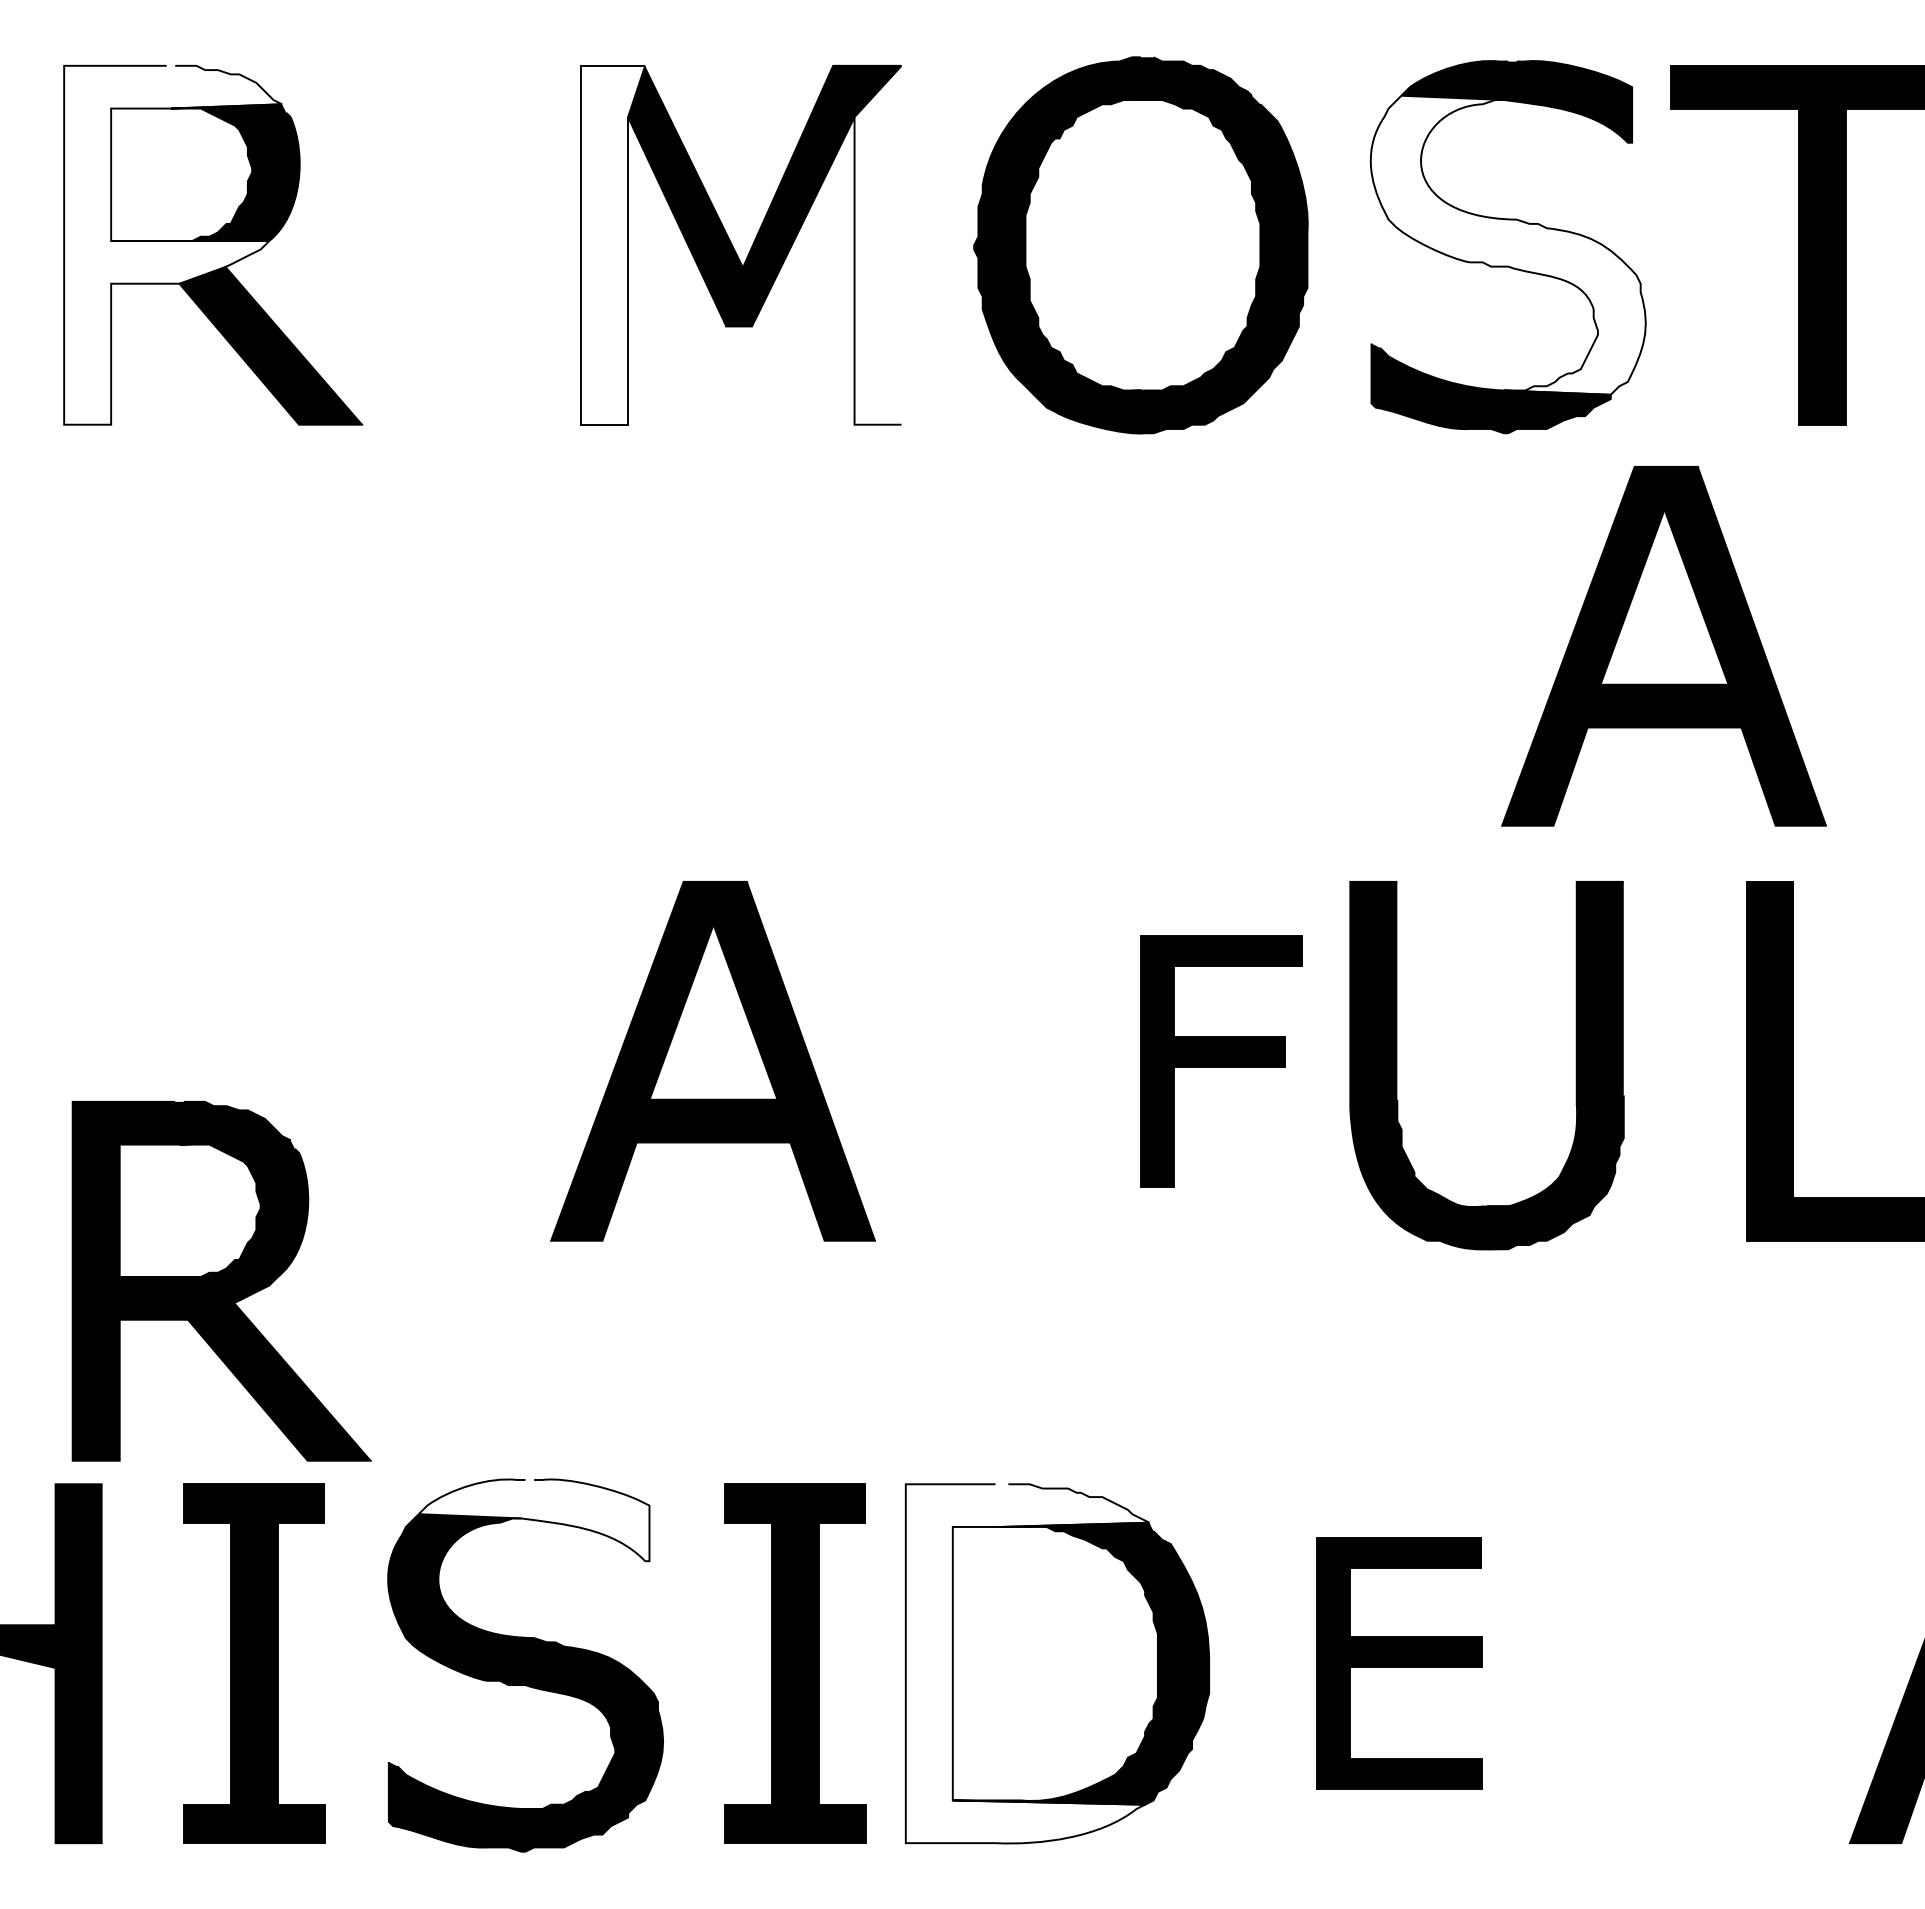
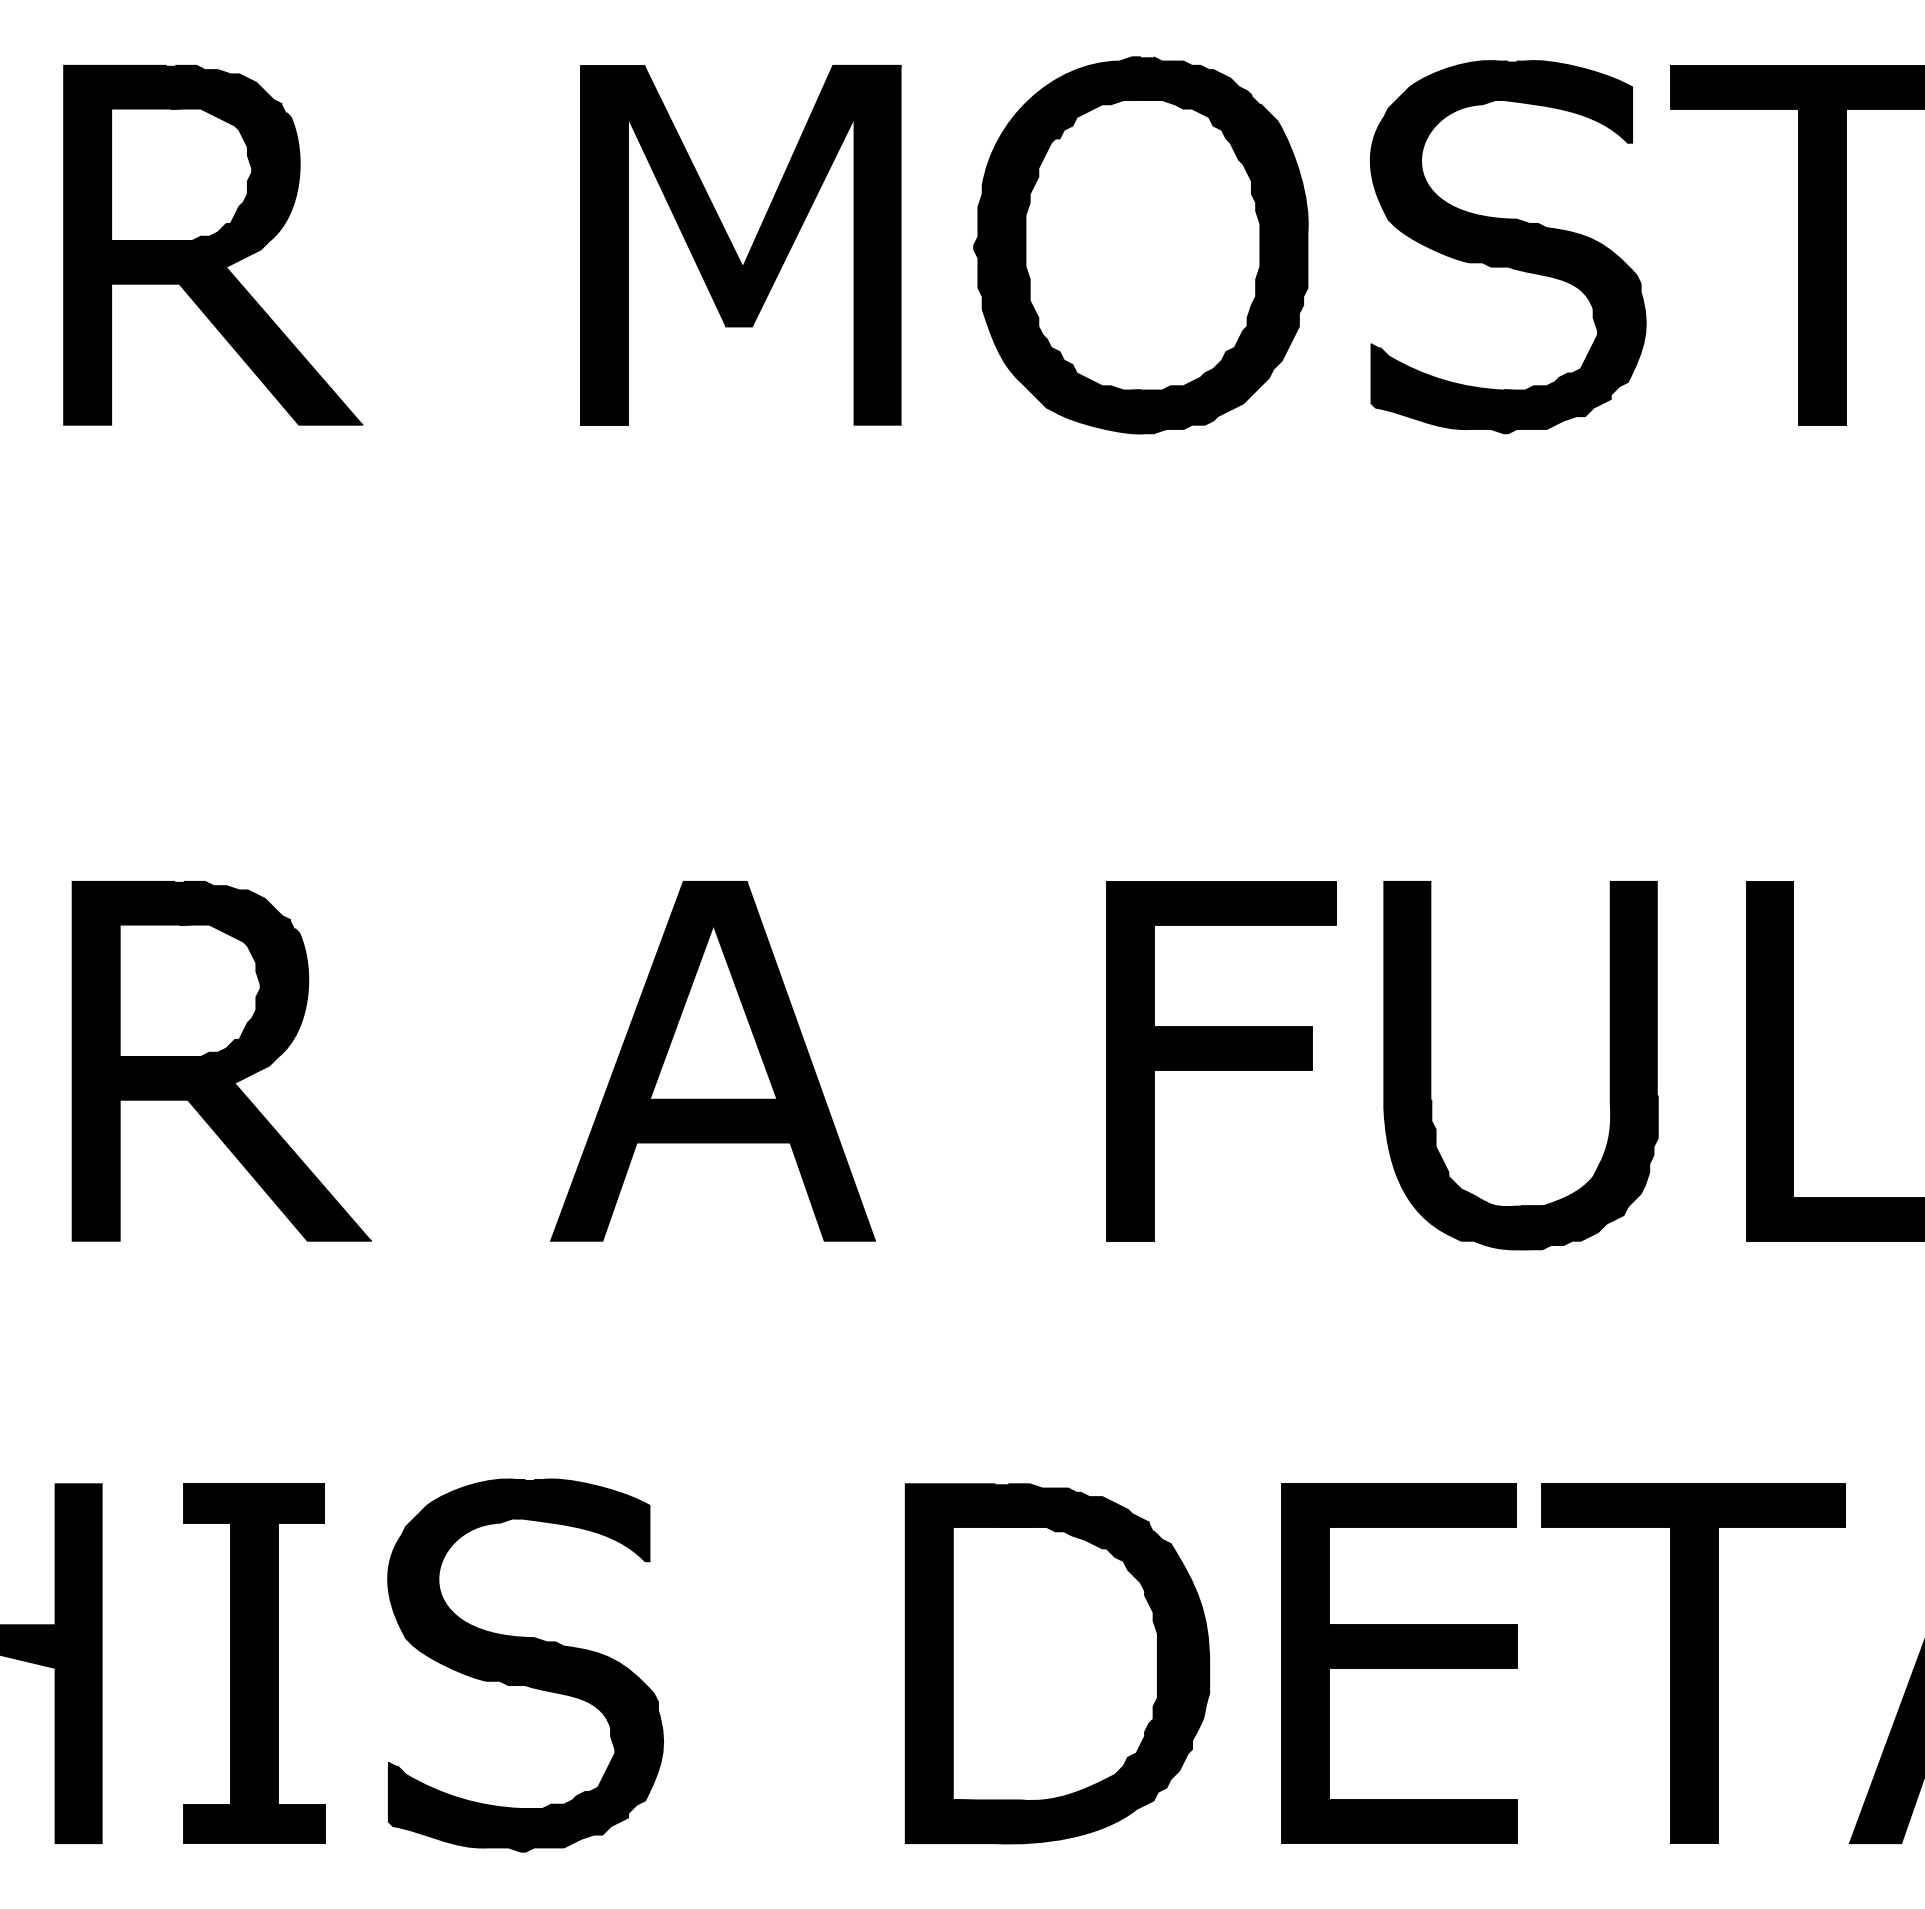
fill at (173, 244): none -> present
fill at (613, 244): none -> present
fill at (877, 244): none -> present
fill at (1507, 244): none -> present
part at (1663, 646): present -> none
part at (1221, 1061) size: 163x253 px -> 231x361 px
part at (1397, 1065) position: (1397, 1065) -> (1431, 1065)
part at (221, 1281) position: (221, 1281) -> (221, 1061)
fill at (533, 1520): none -> present
part at (795, 1663): present -> none
fill at (1027, 1663): none -> present
part at (1399, 1663) size: 167x253 px -> 237x361 px
part at (1693, 1663): none -> present
